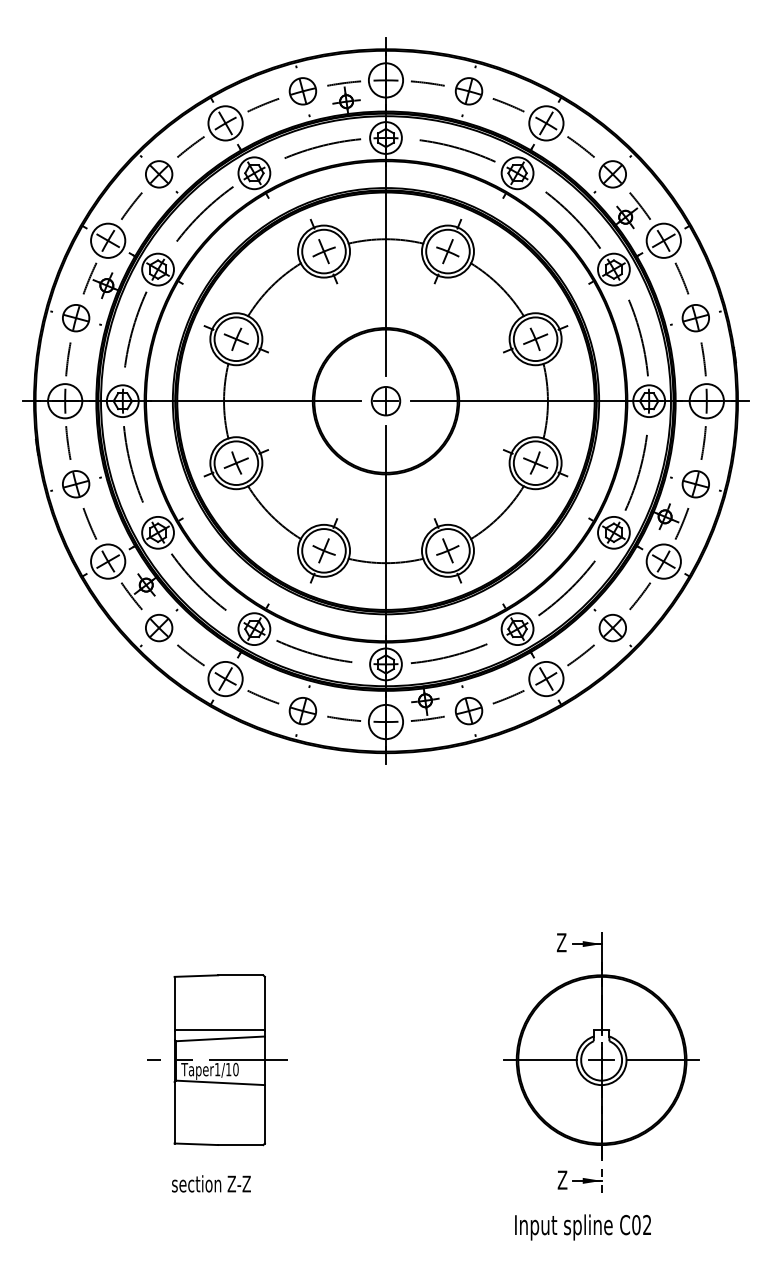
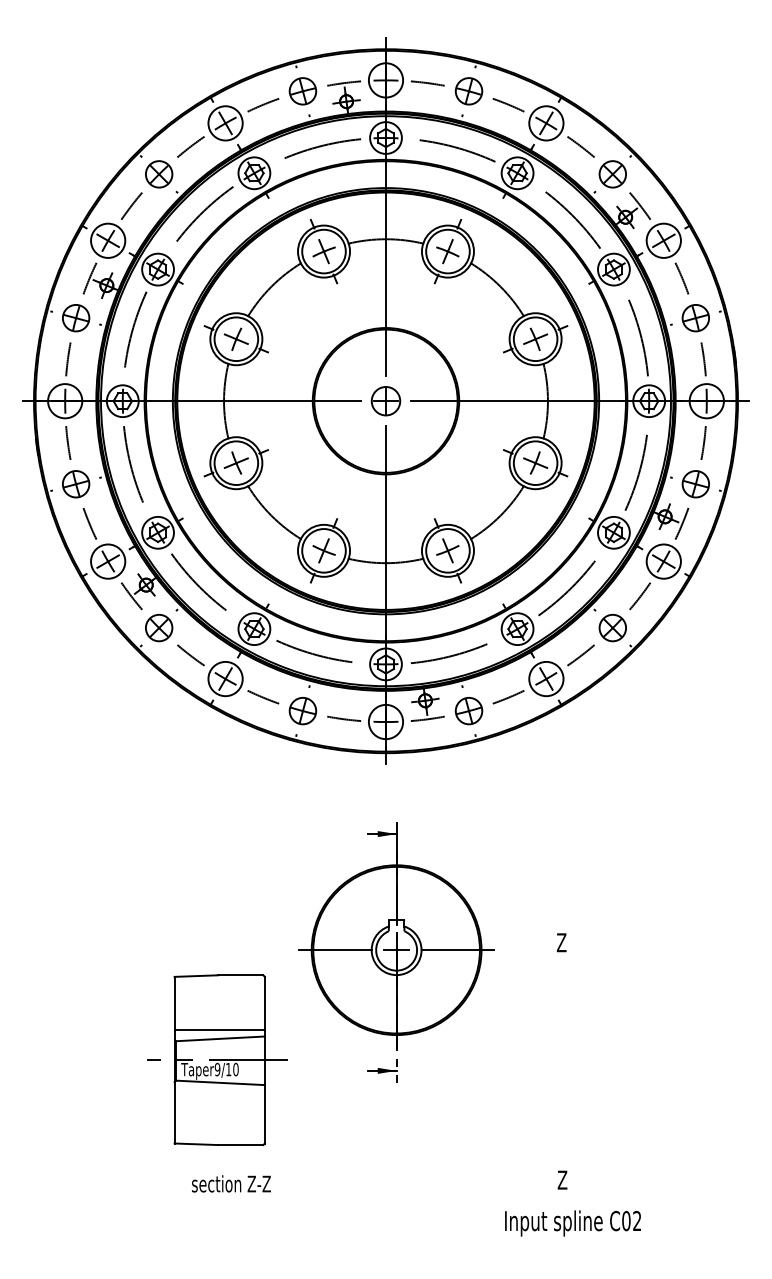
part at (601, 1062) position: (601, 1062) -> (396, 952)
text at (217, 1069): Taper1/10 -> Taper9/10
text at (211, 1183) position: (211, 1183) -> (231, 1183)
text at (582, 1227) position: (582, 1227) -> (572, 1223)
